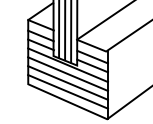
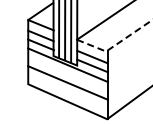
line at (116, 44): solid -> dashed
line at (67, 73): present -> none
line at (67, 91): present -> none
